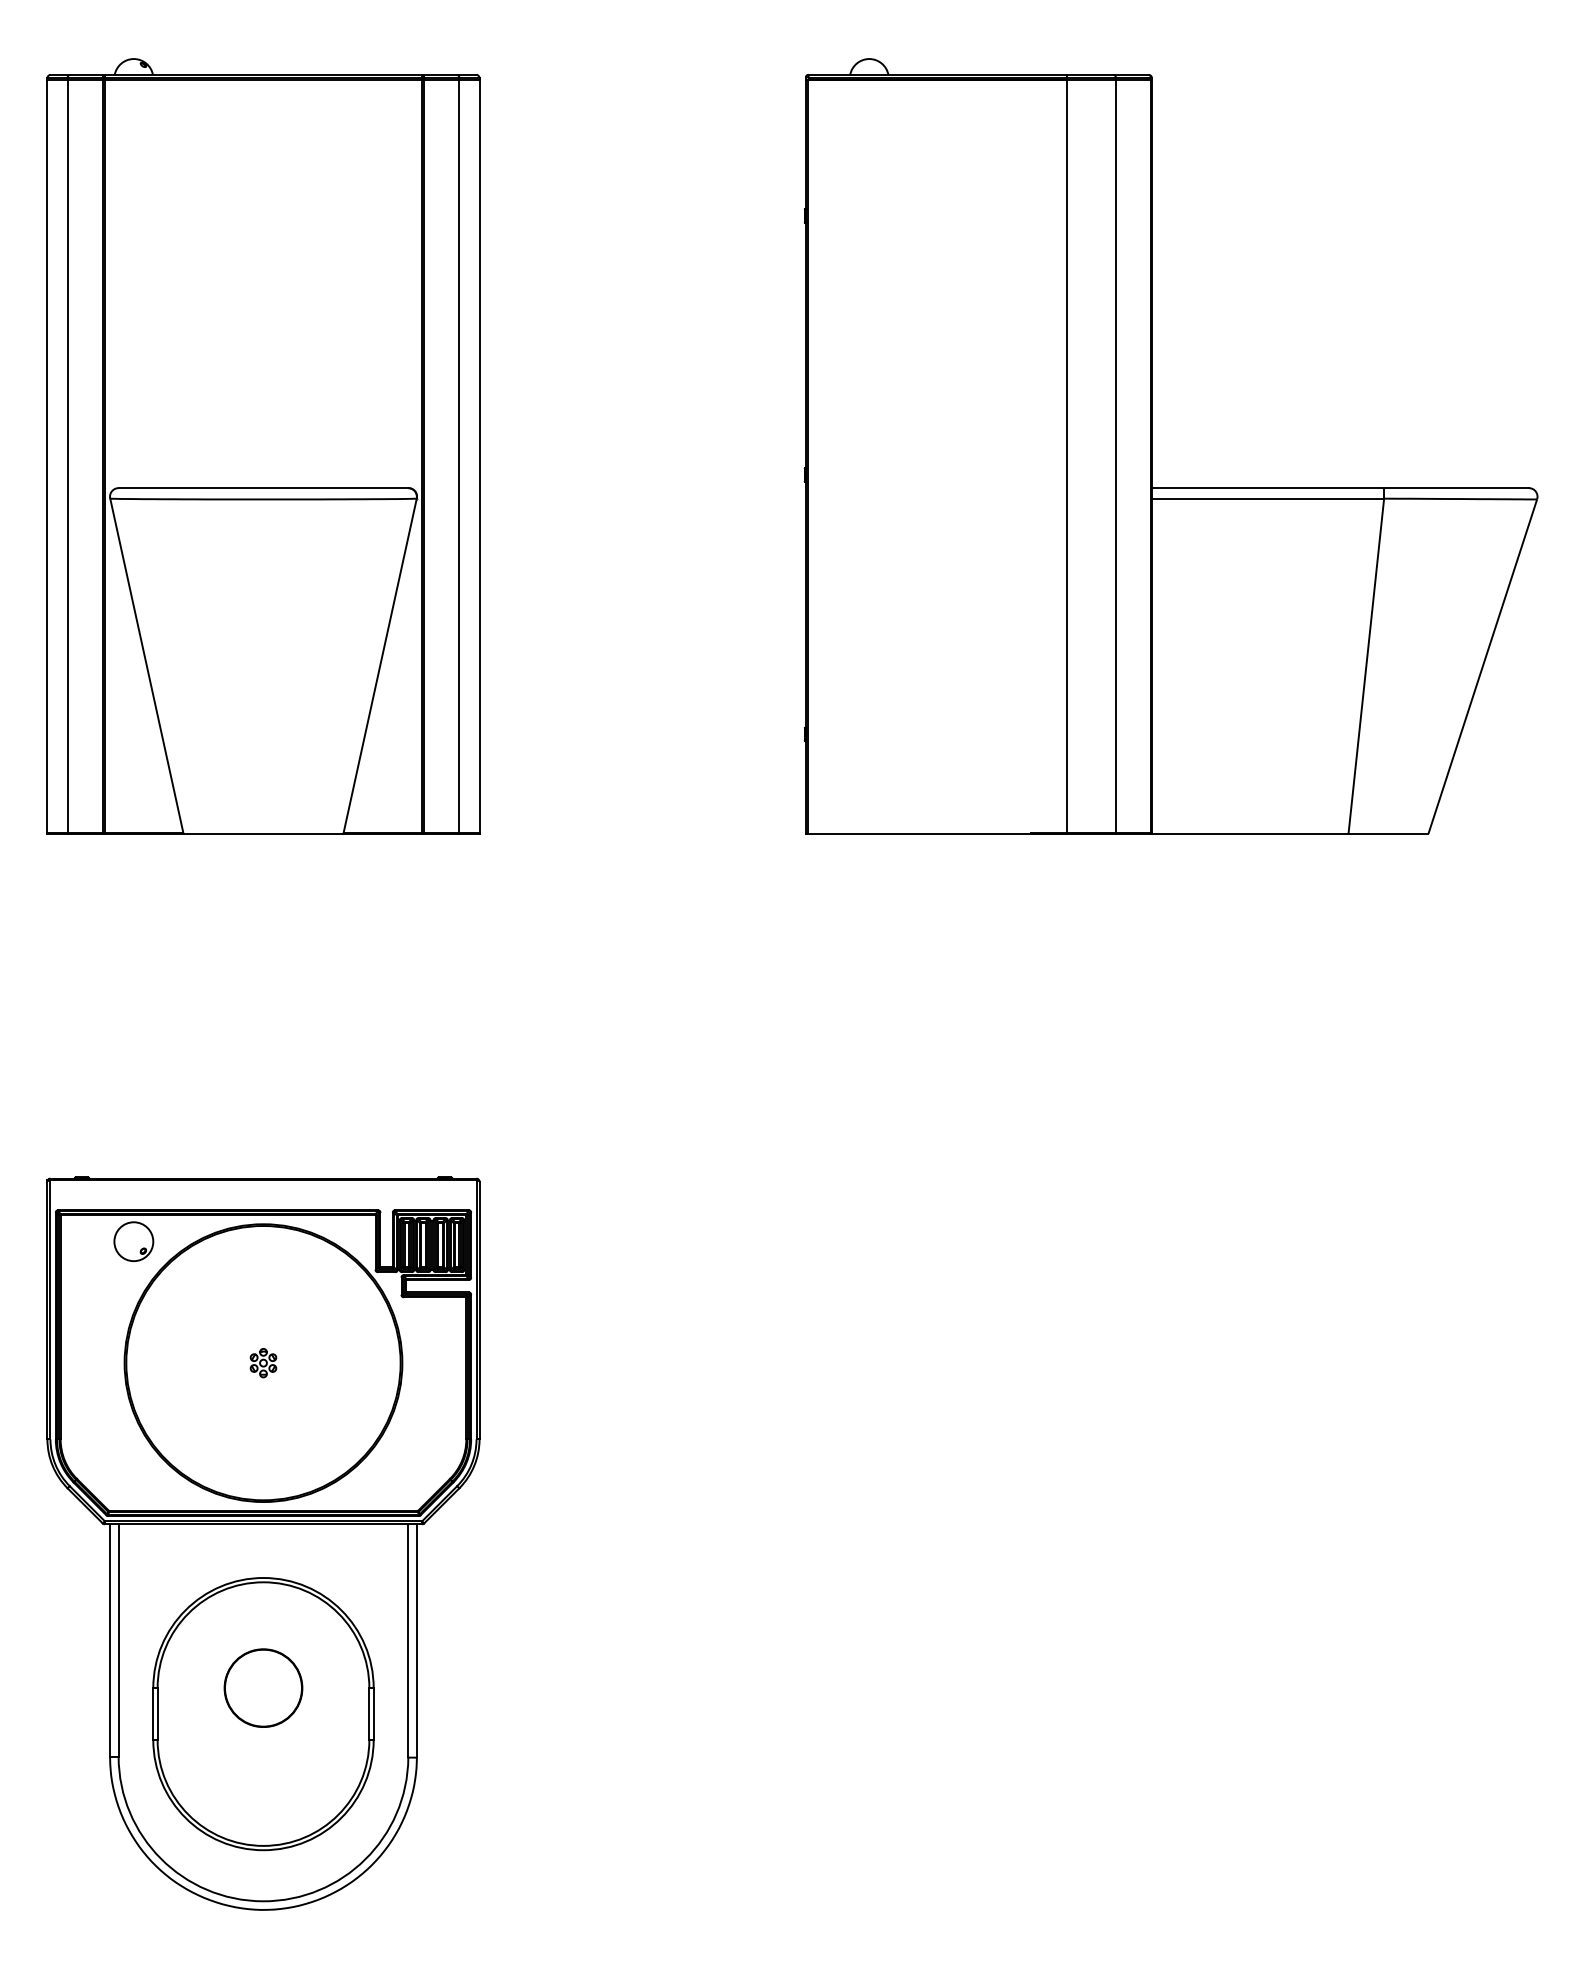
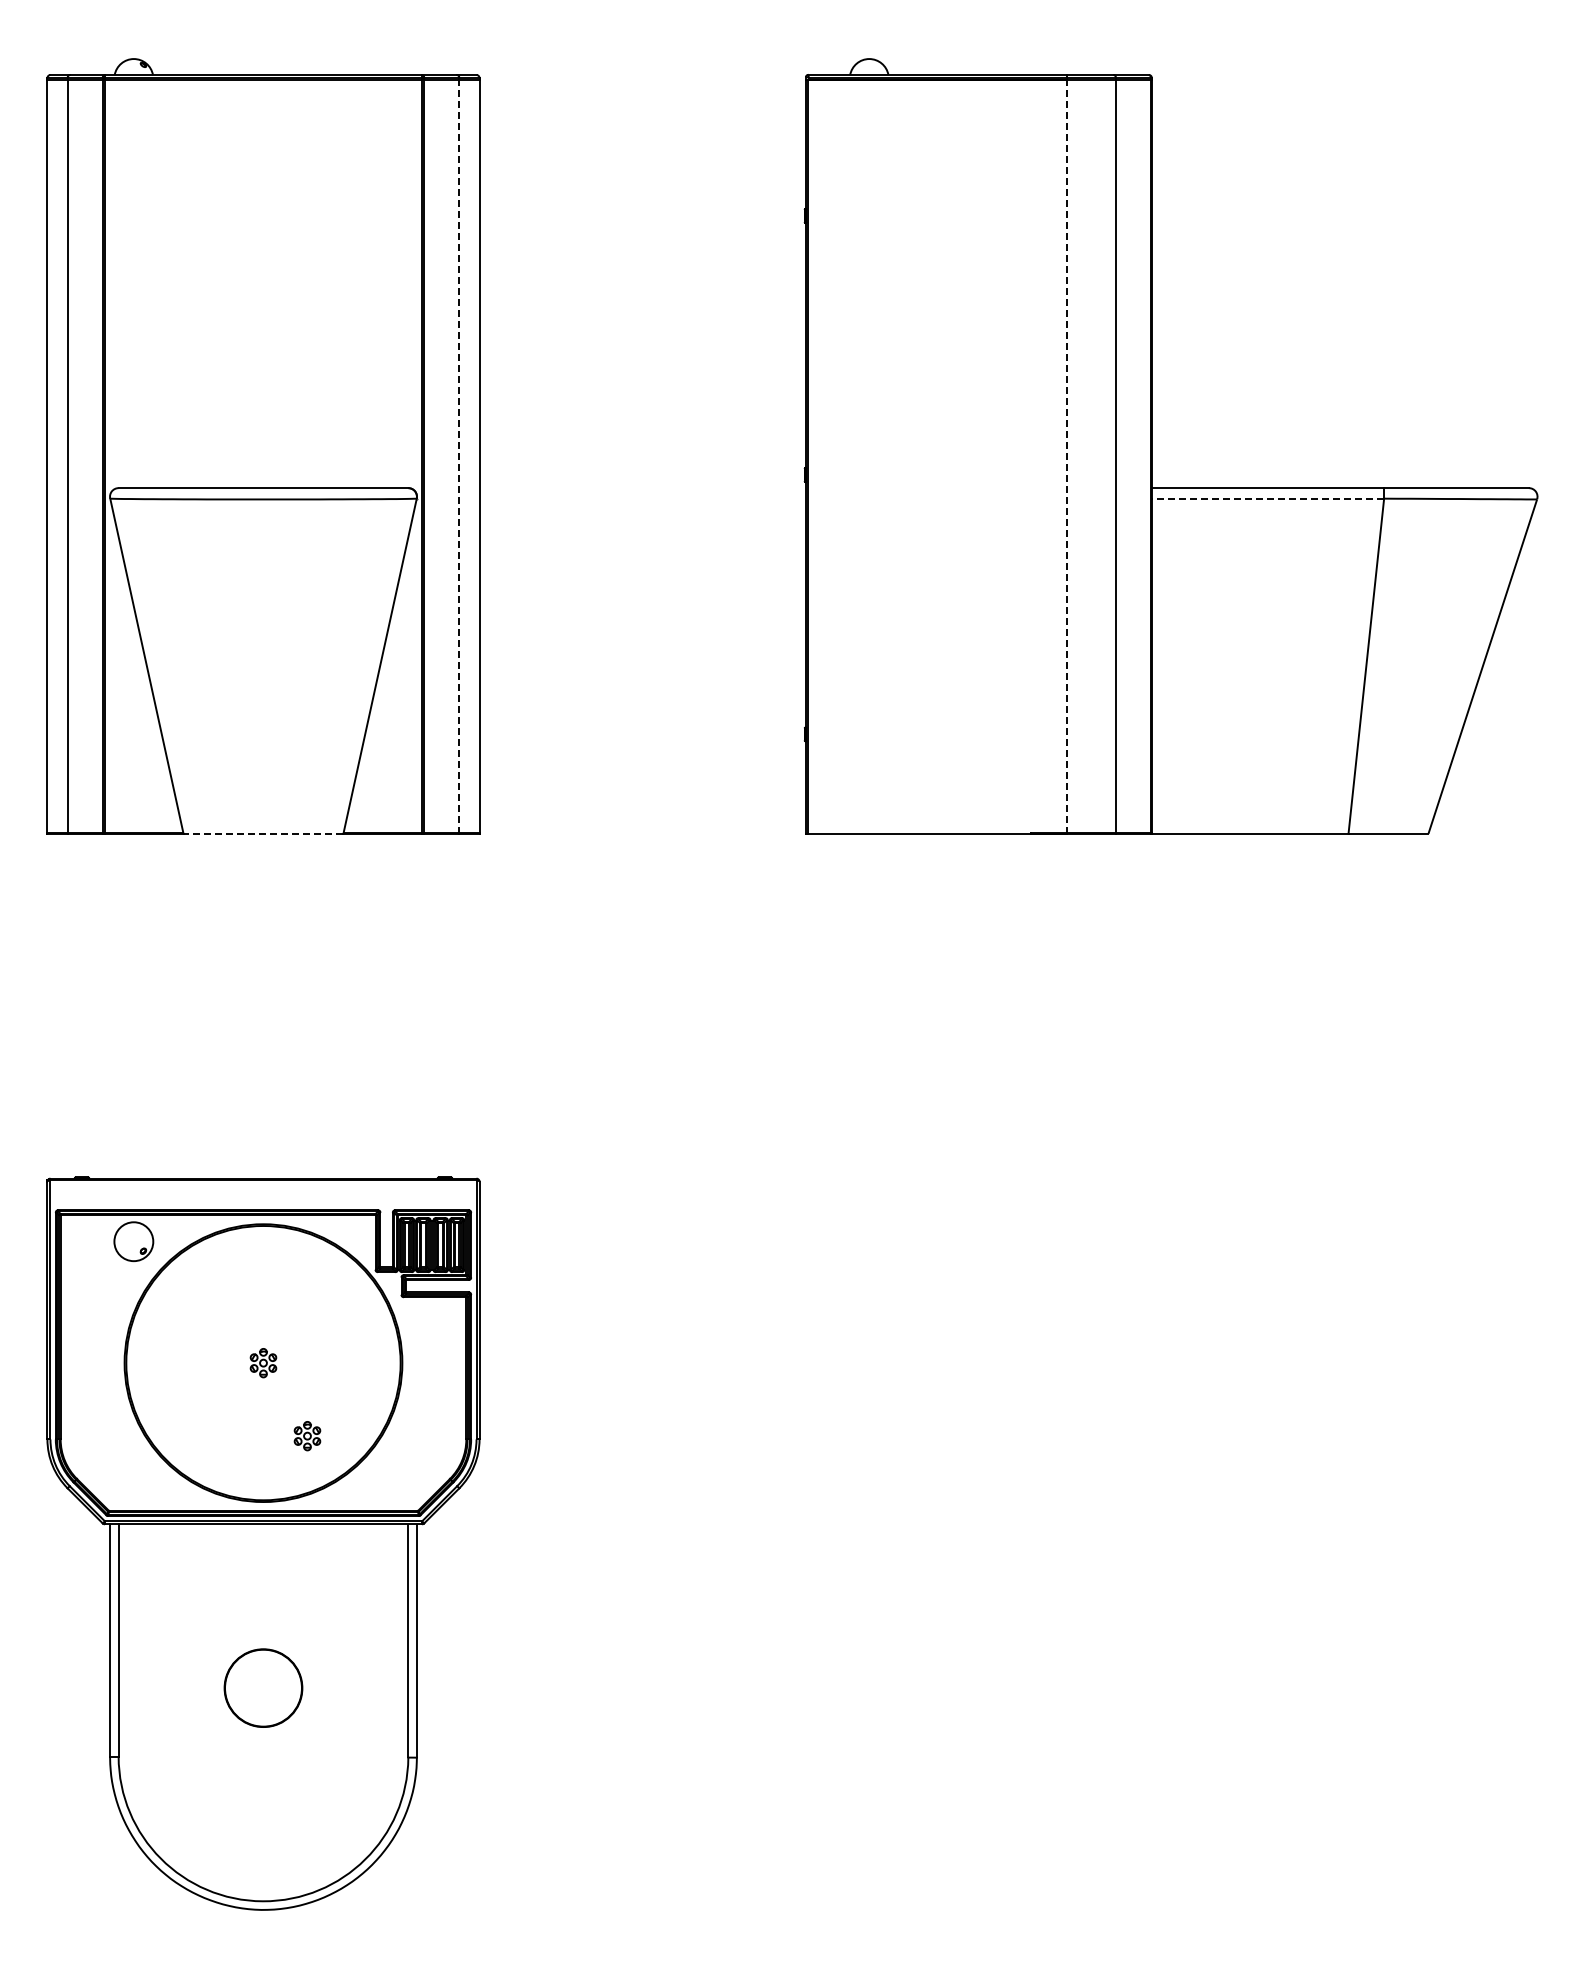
line at (459, 457): solid -> dashed
line at (1067, 457): solid -> dashed
line at (1267, 498): solid -> dashed
line at (263, 833): solid -> dashed
part at (307, 1436): none -> present
part at (263, 1714): present -> none
